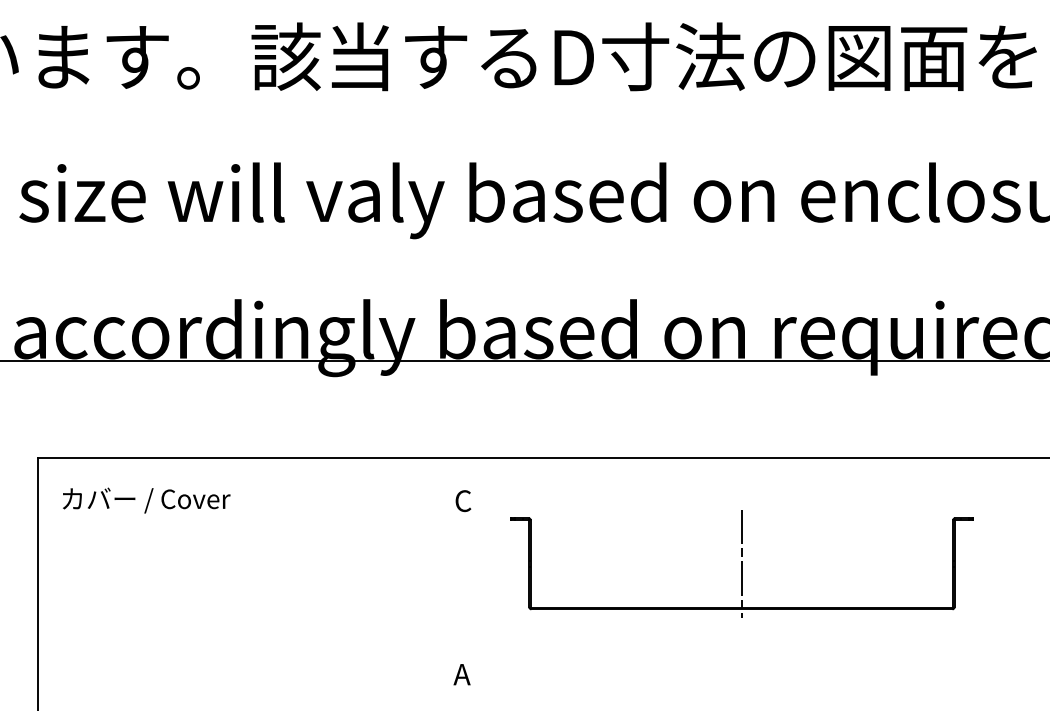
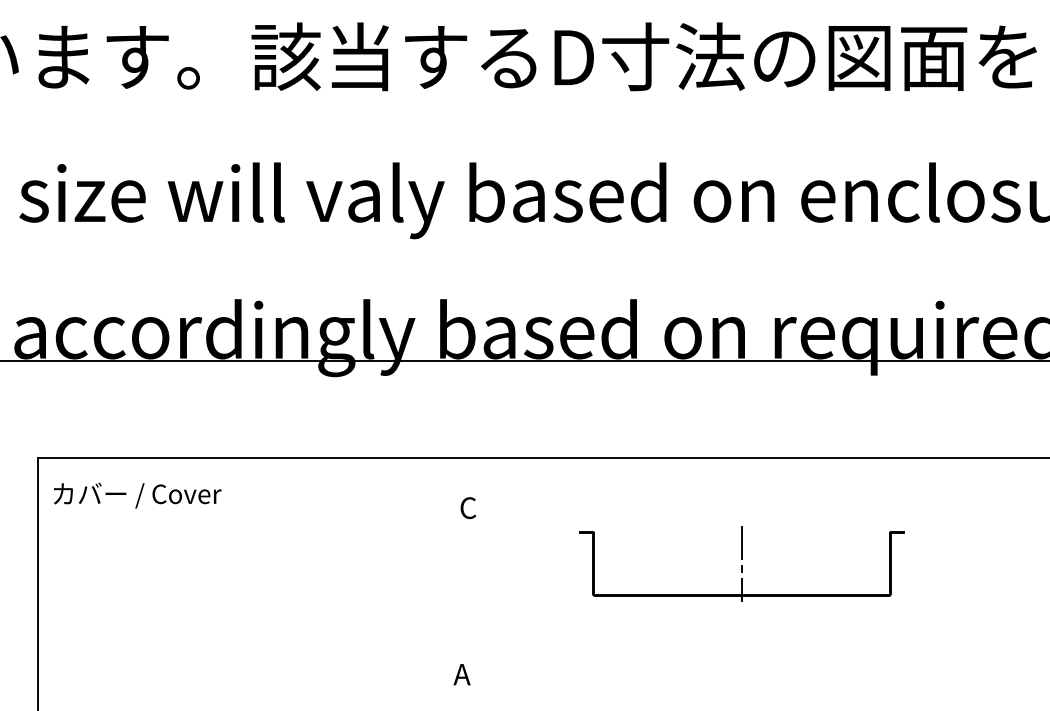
text at (146, 500) position: (146, 500) -> (137, 495)
text at (463, 501) position: (463, 501) -> (468, 508)
part at (741, 563) size: 464x108 px -> 326x76 px
